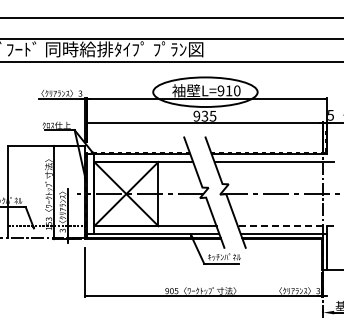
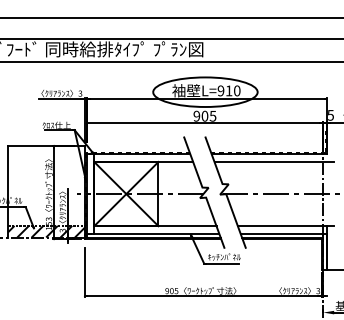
text at (204, 116): 935 -> 905
line at (285, 226): dashed -> solid
hatch at (46, 231): none -> present
